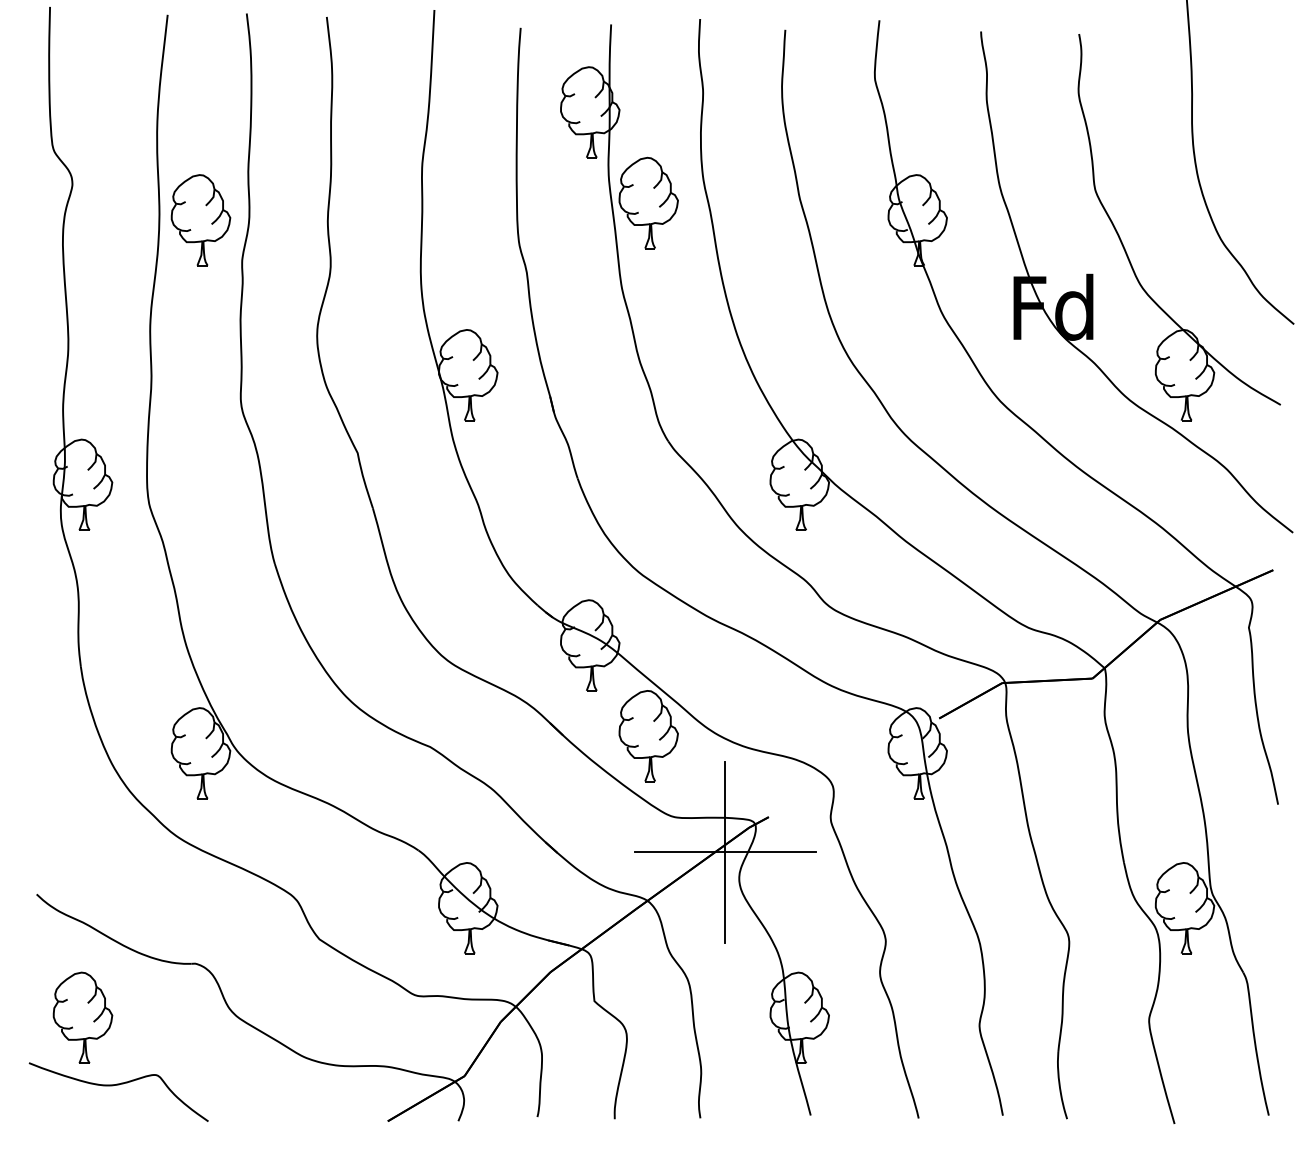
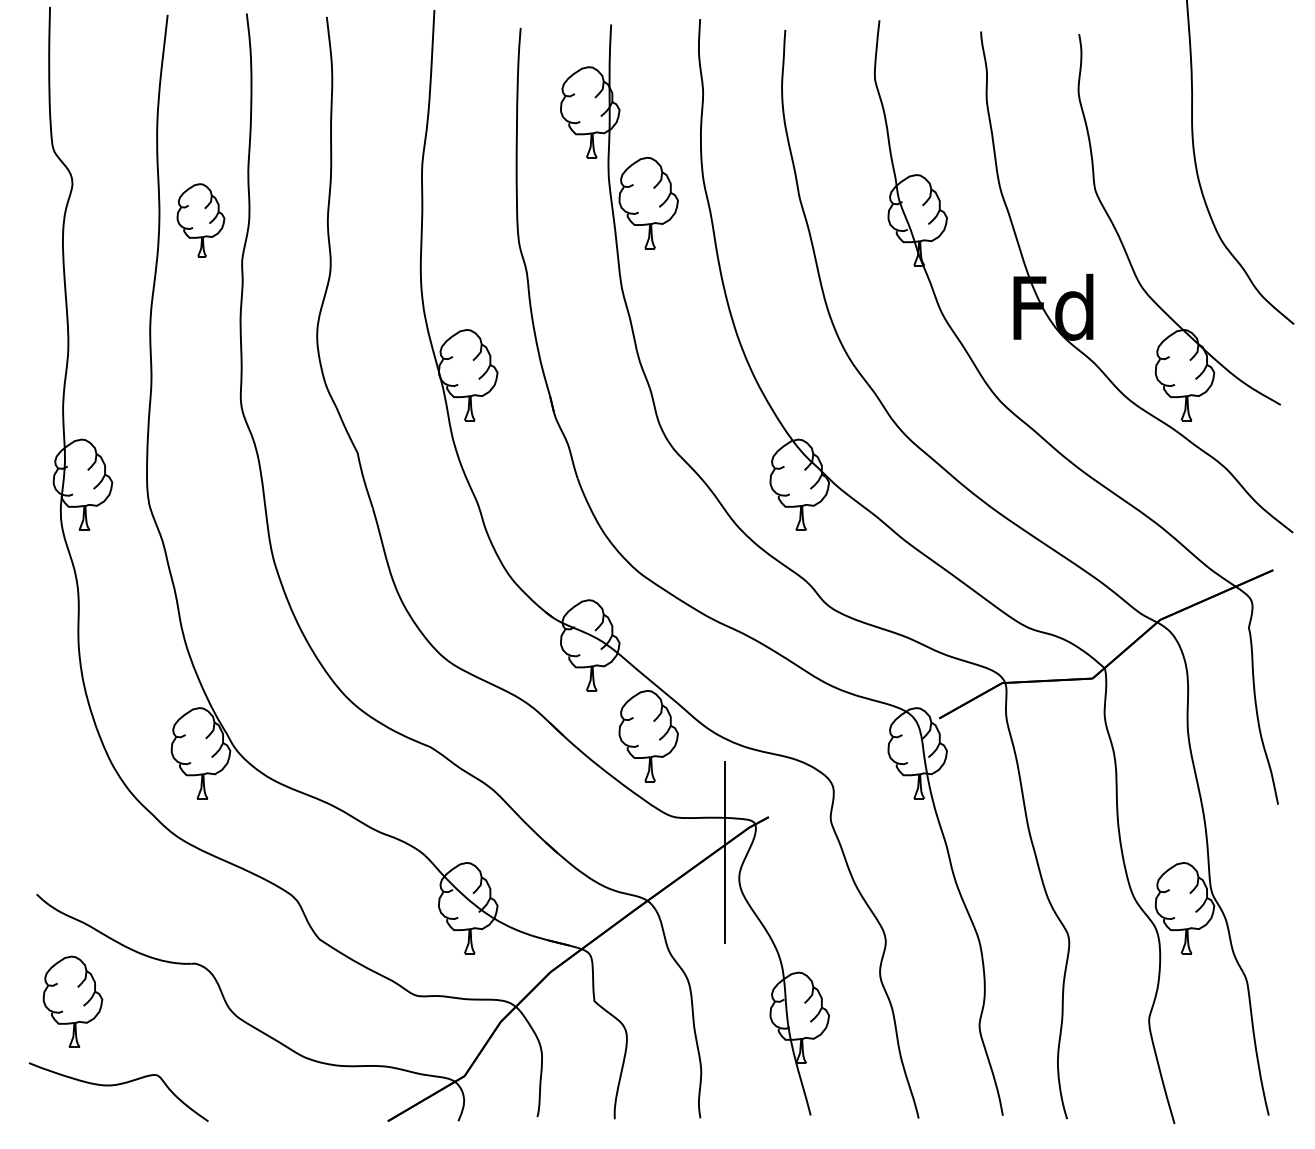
part at (200, 220) size: 62x93 px -> 50x75 px
line at (725, 852): present -> none
part at (82, 1017) position: (82, 1017) -> (72, 1001)
